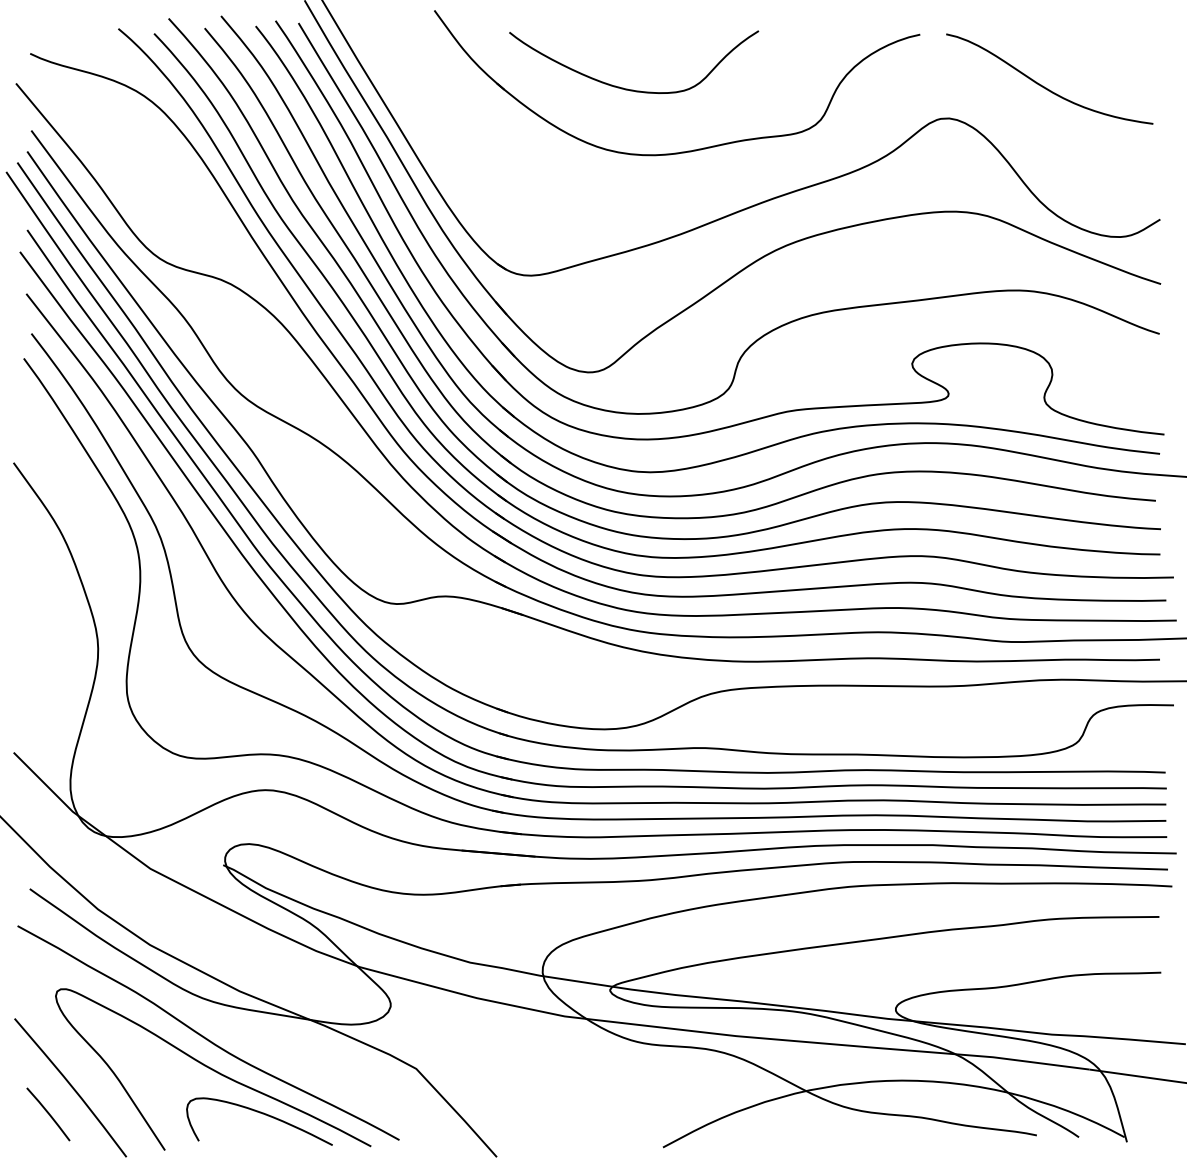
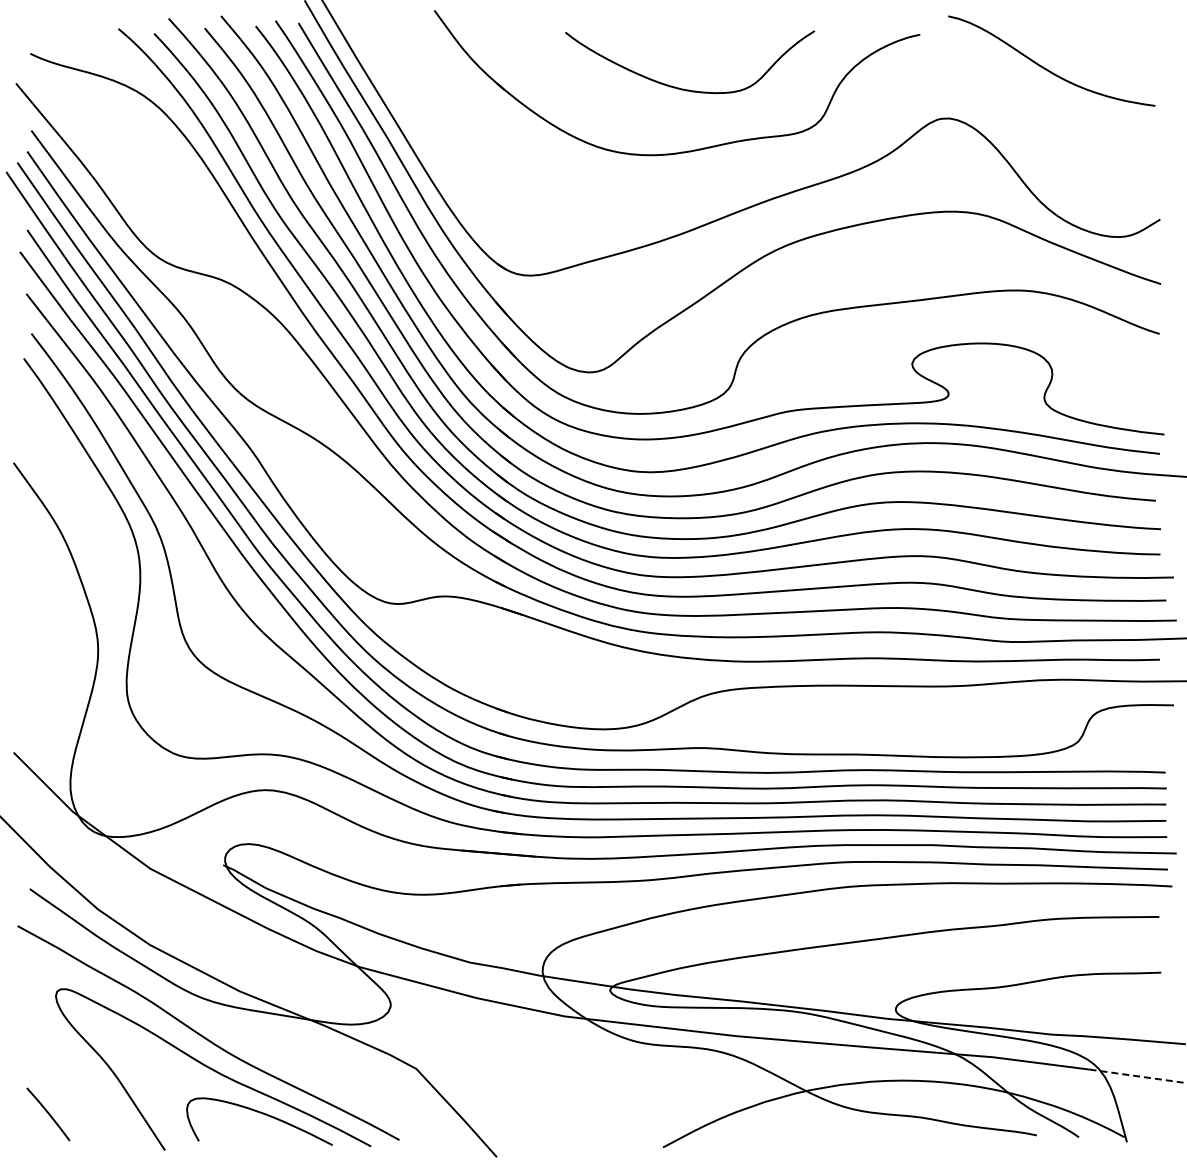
curve at (1044, 86) position: (1044, 86) -> (1046, 68)
curve at (627, 88) position: (627, 88) -> (683, 88)
line at (1137, 1076): solid -> dashed
curve at (70, 1086): present -> none
